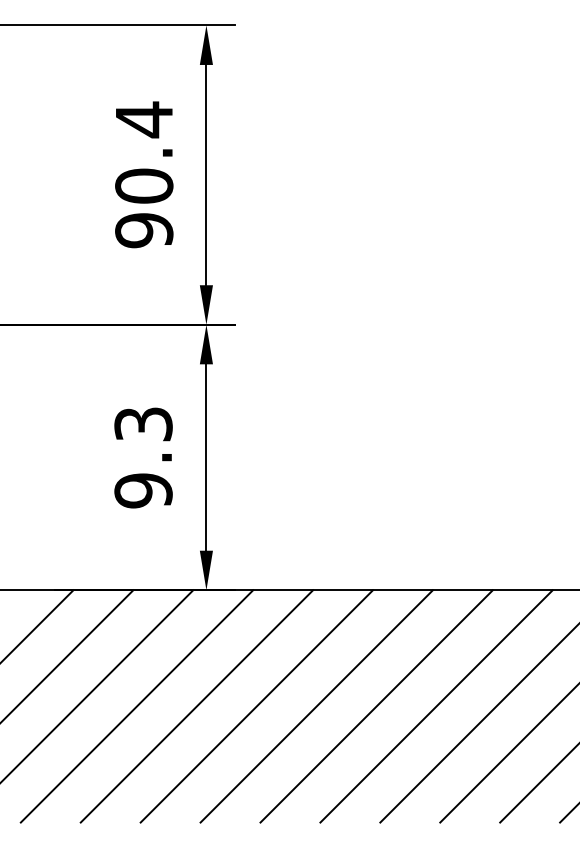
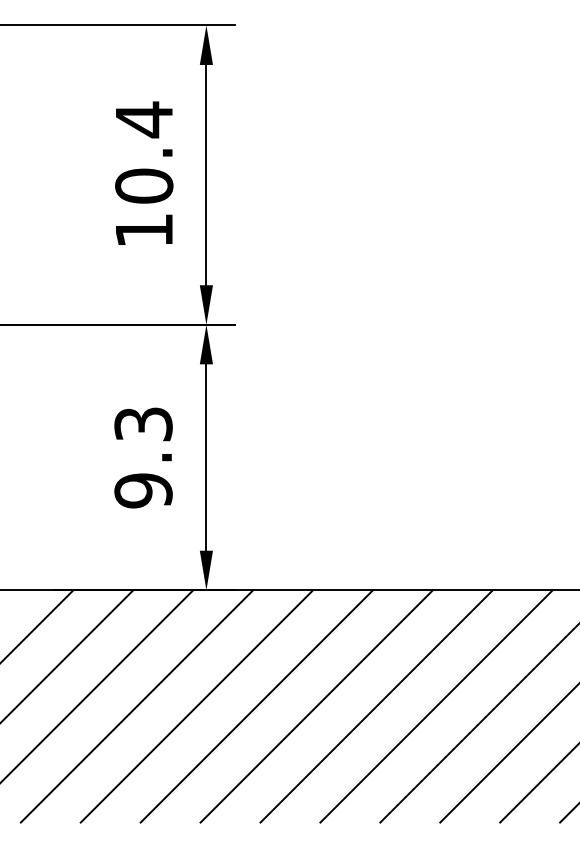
text at (144, 230): 90.4 -> 10.4
